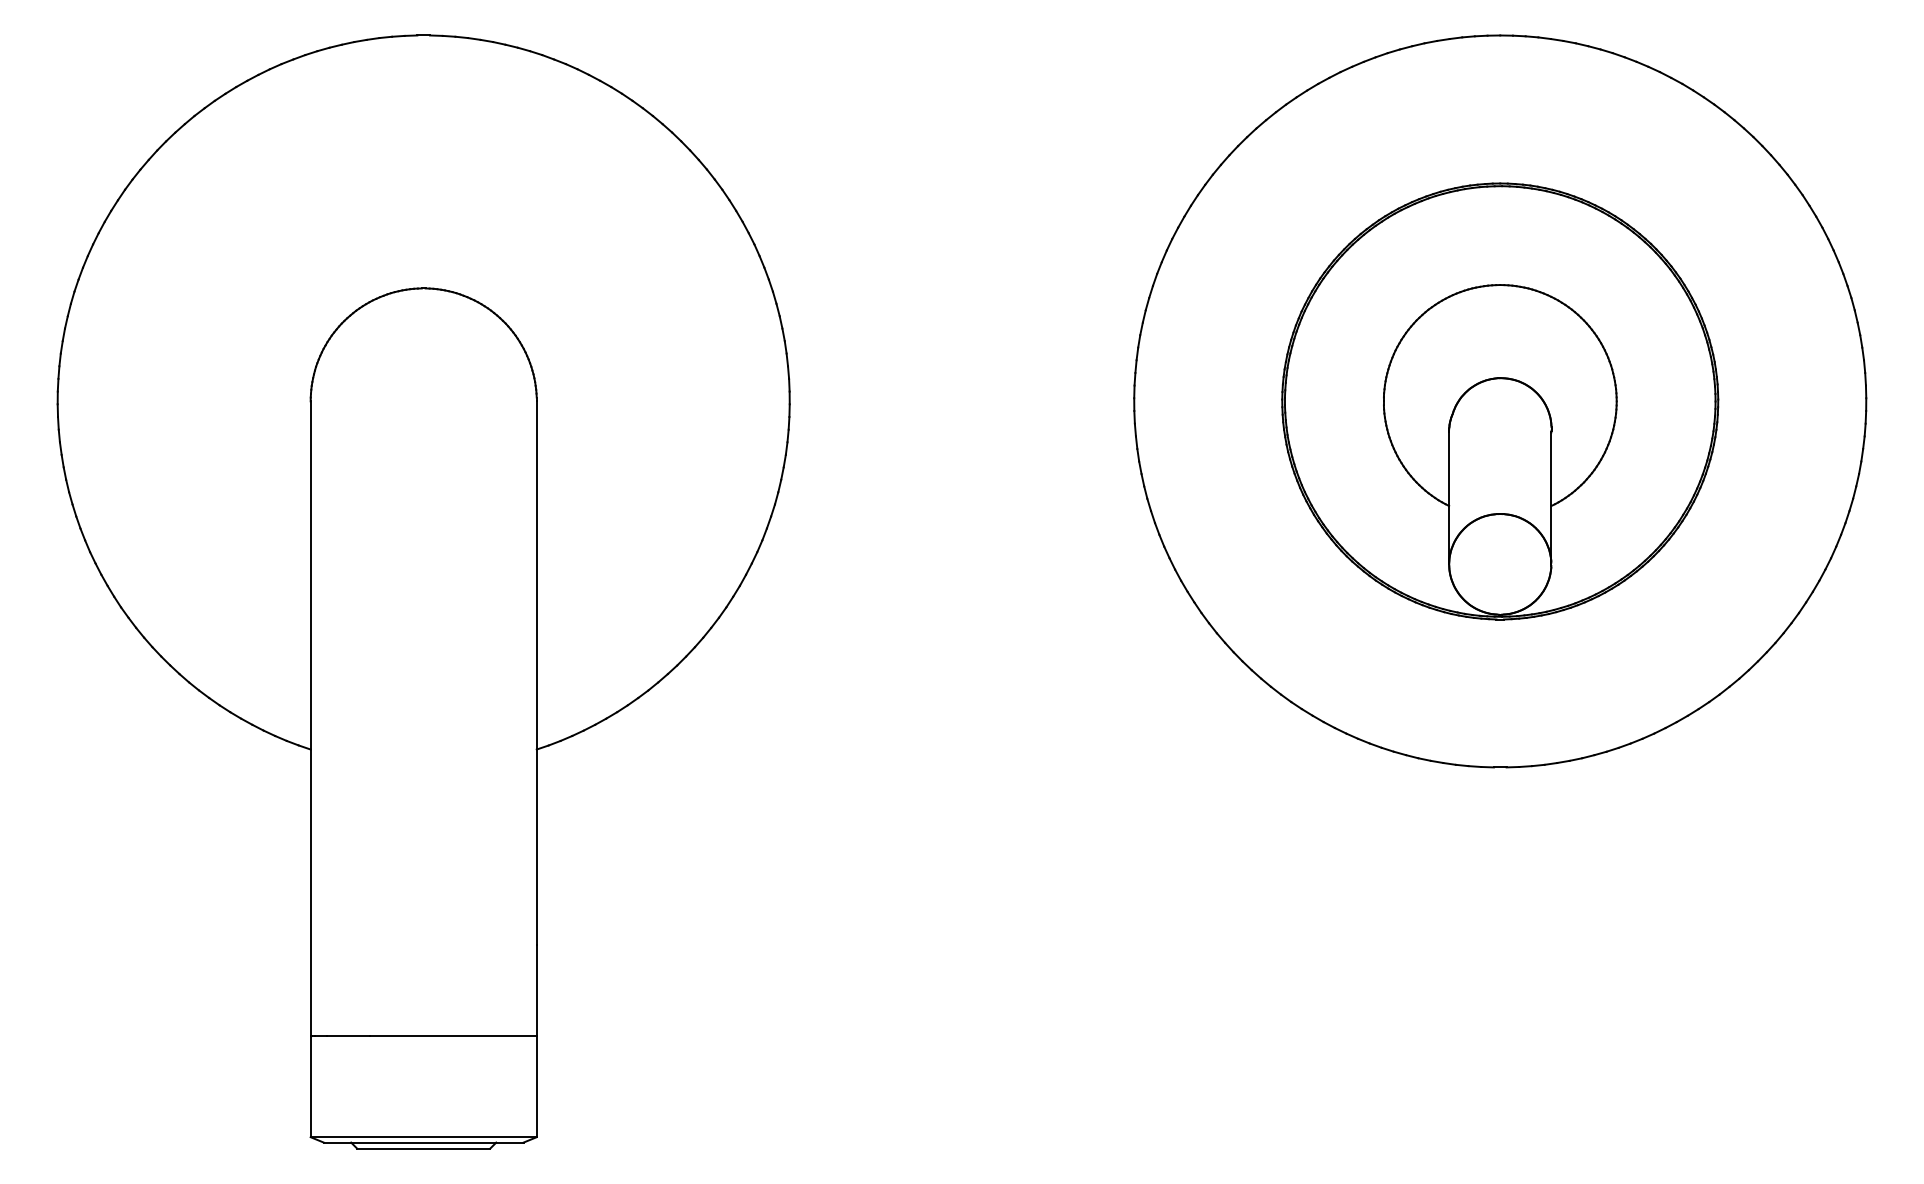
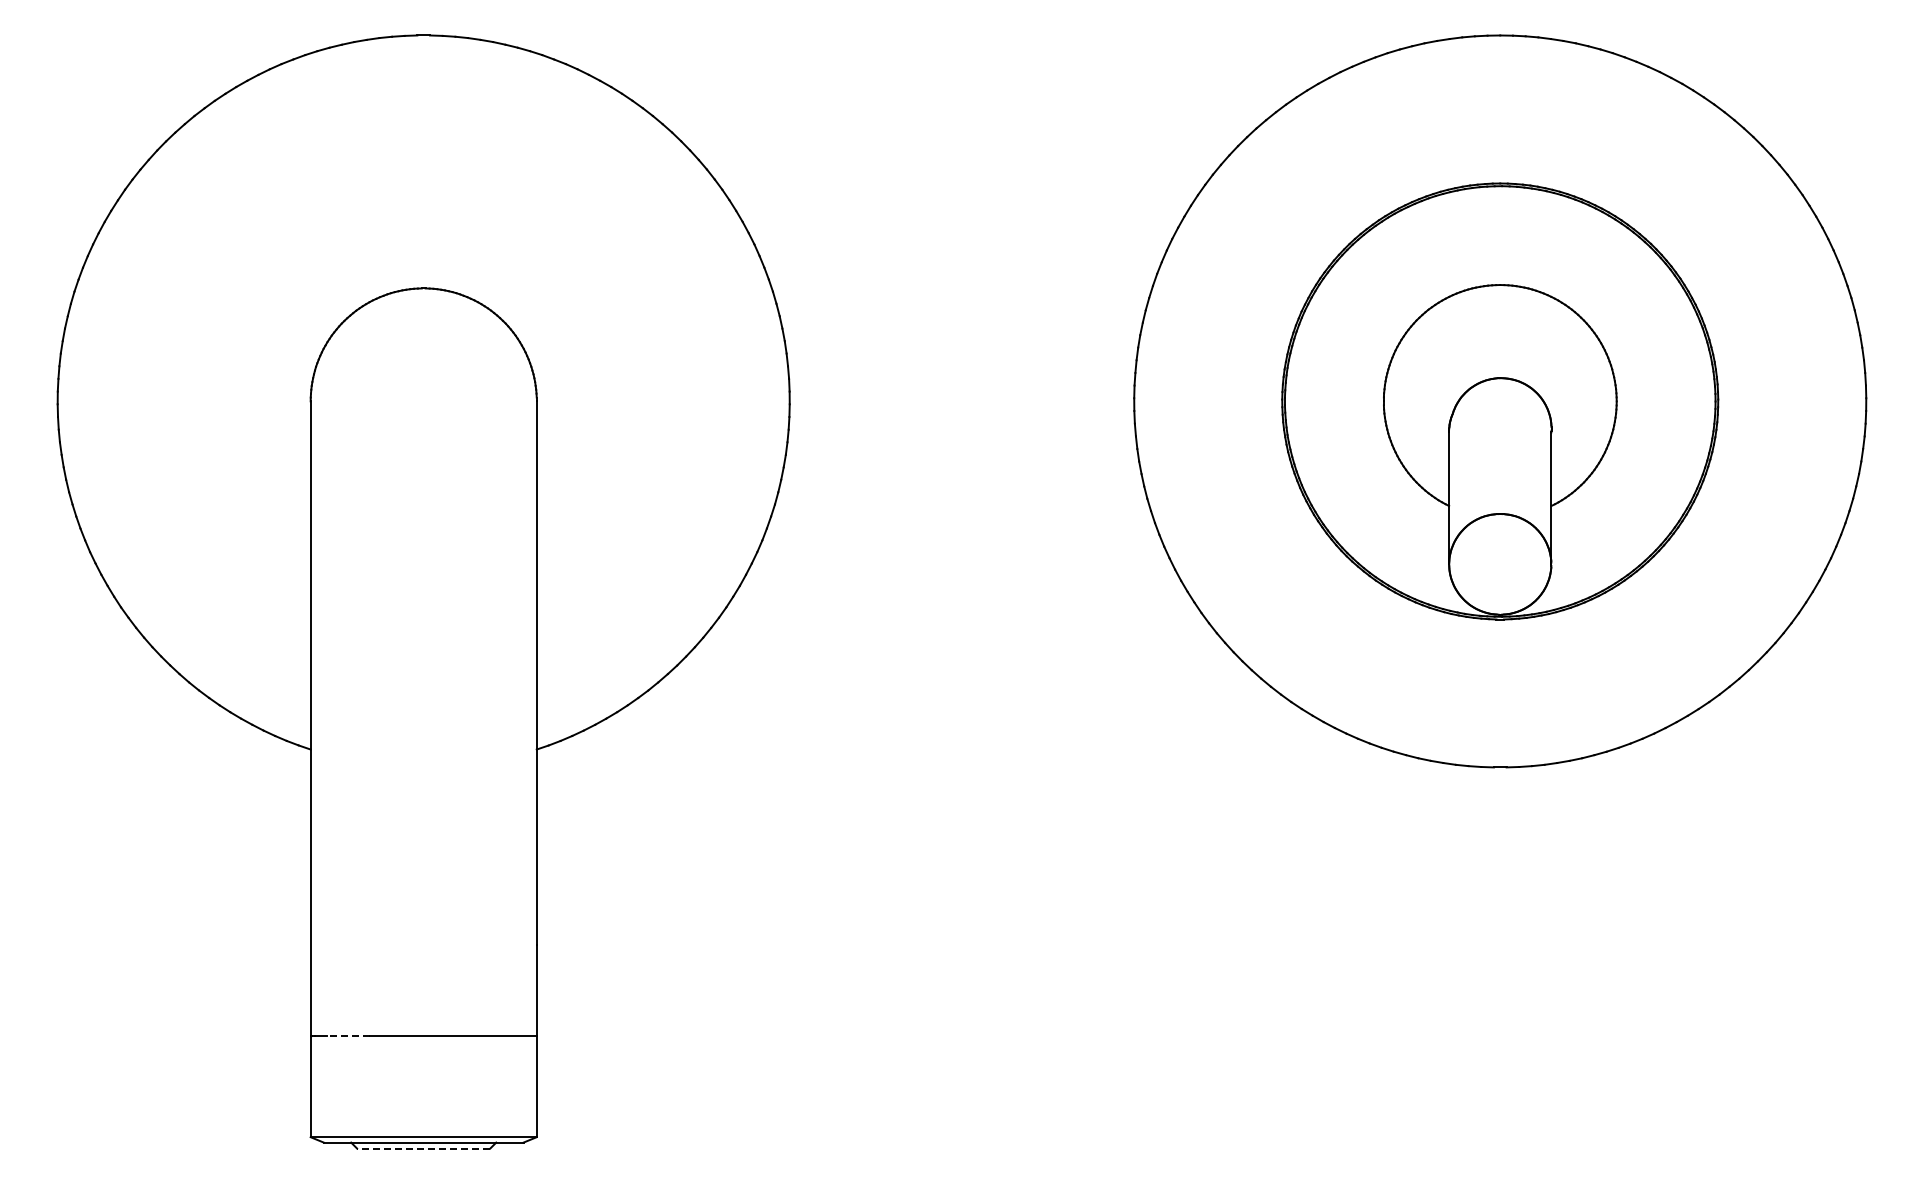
line at (347, 1036): solid -> dashed
line at (423, 1148): solid -> dashed
